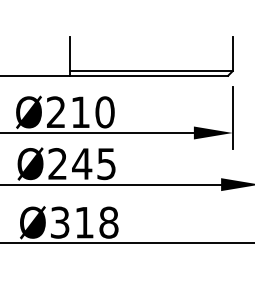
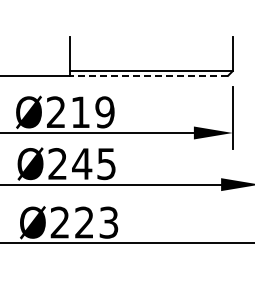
line at (148, 75): solid -> dashed
text at (104, 112): Ø210 -> Ø219
text at (84, 222): Ø318 -> Ø223
